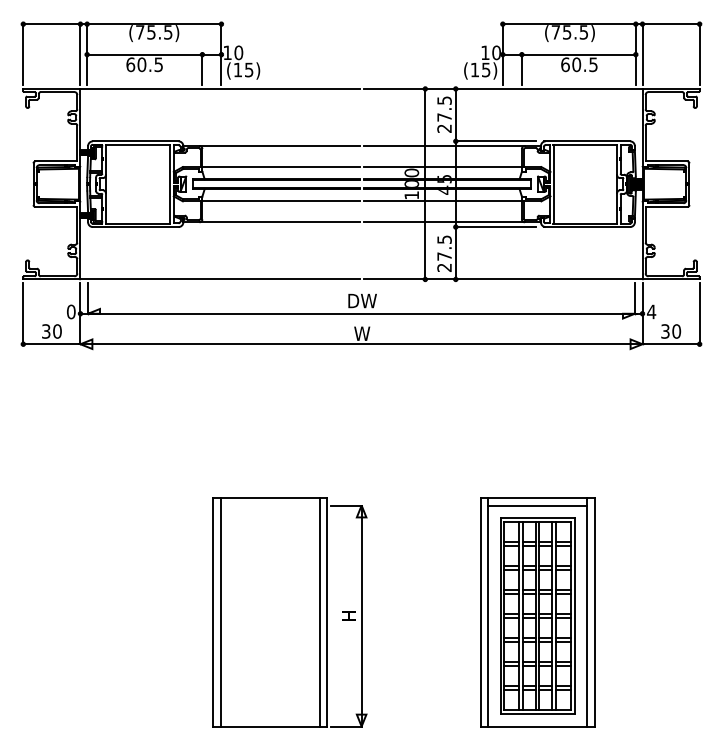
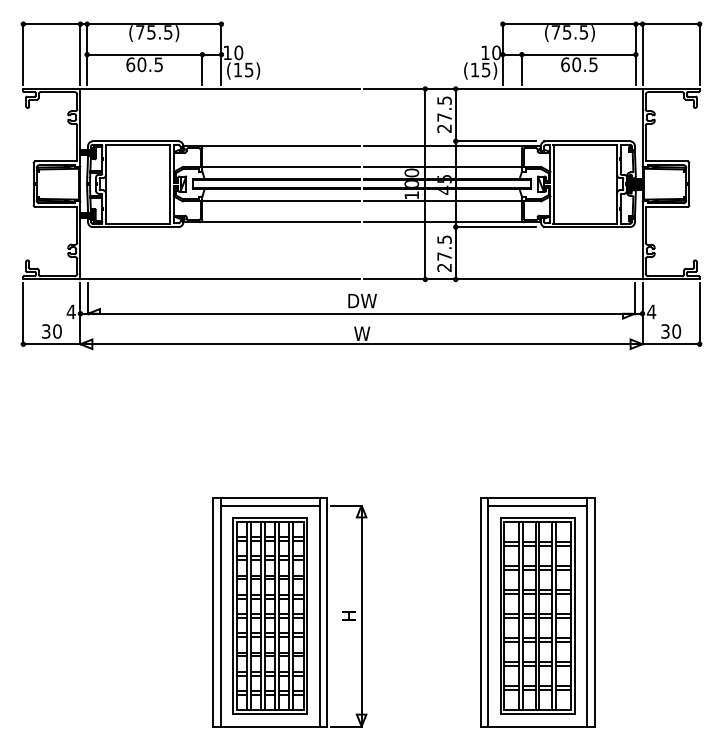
text at (70, 311): 0 -> 4
line at (269, 505): none -> present
part at (269, 615): none -> present
